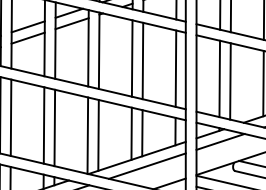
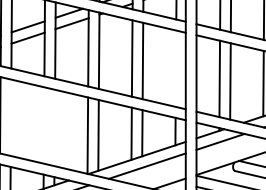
line at (175, 68): present -> none
line at (10, 117): present -> none
line at (43, 125): present -> none
line at (54, 127): present -> none
